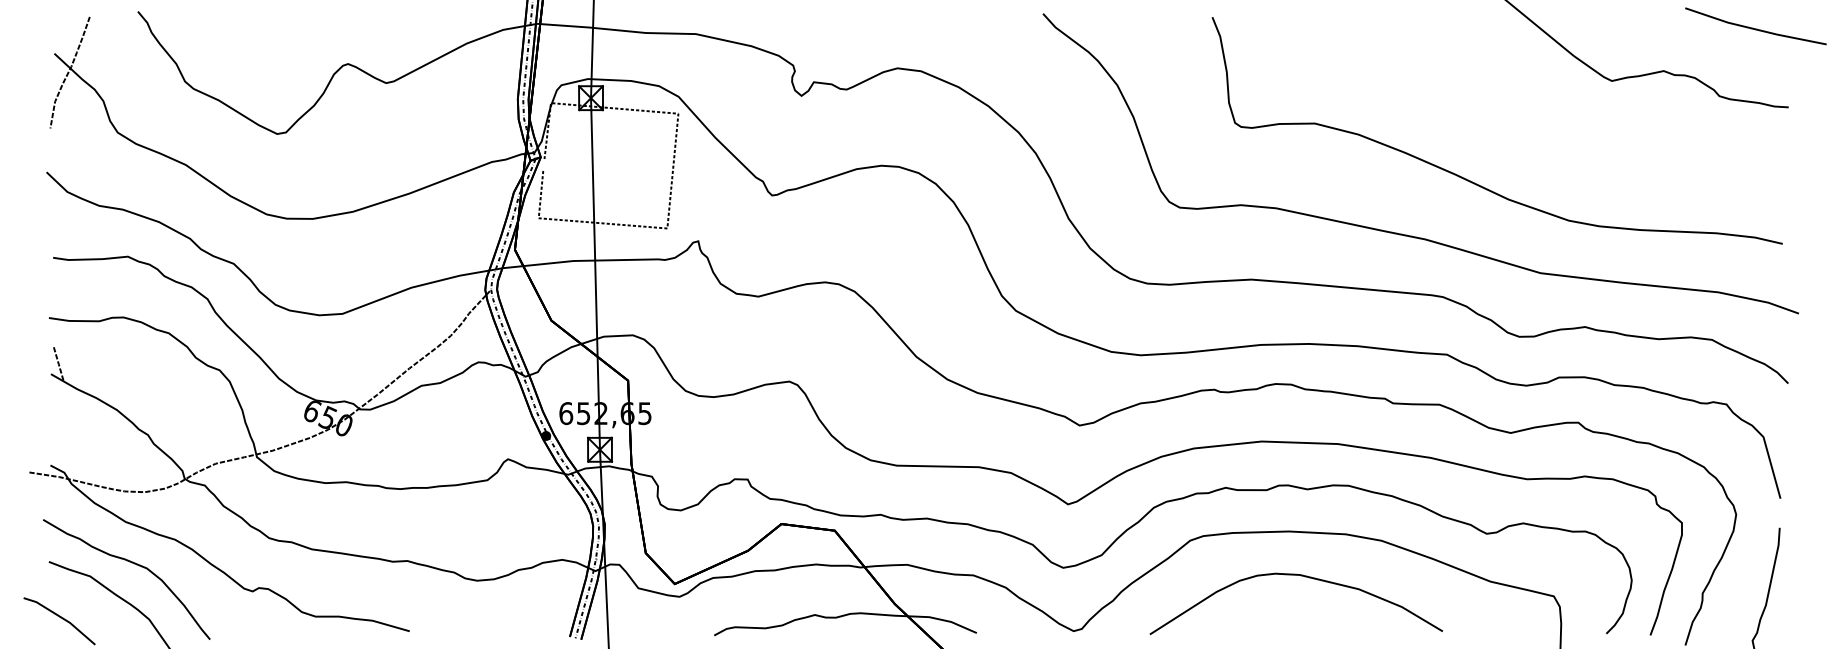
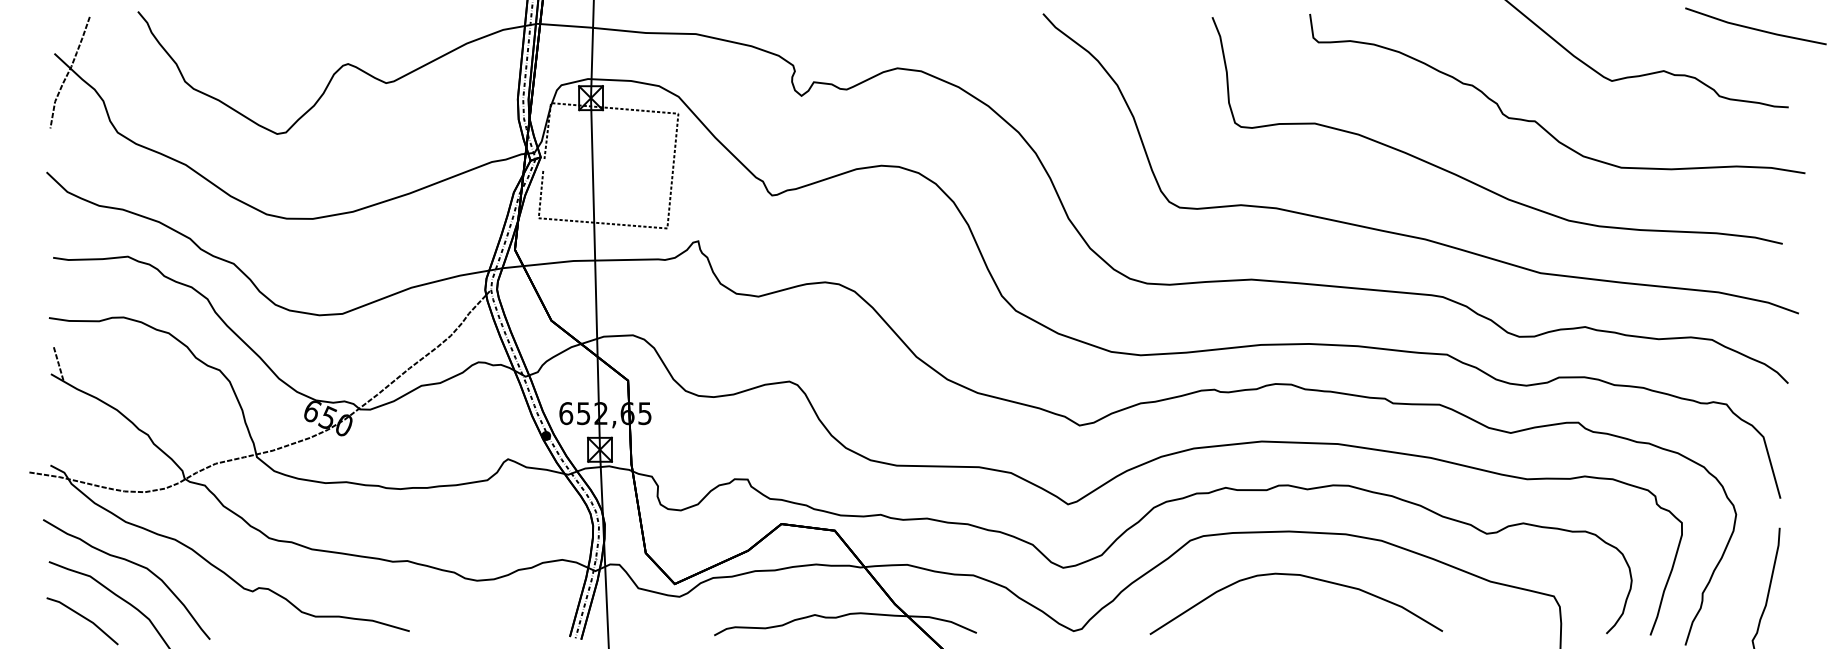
curve at (1538, 122): none -> present
line at (60, 618) position: (60, 618) -> (83, 618)
